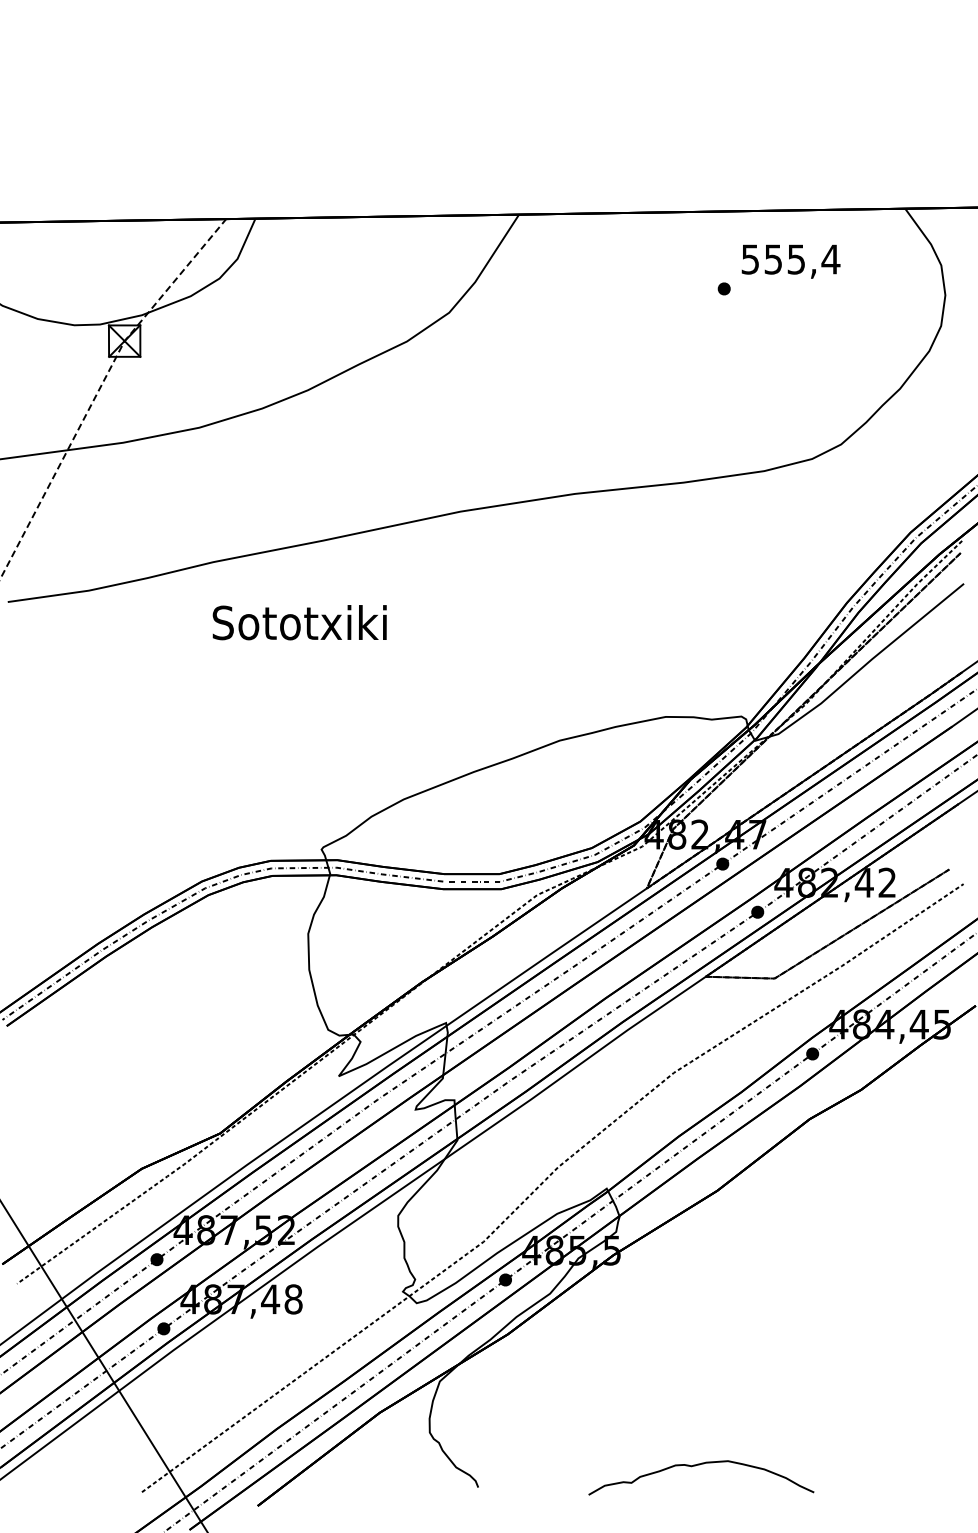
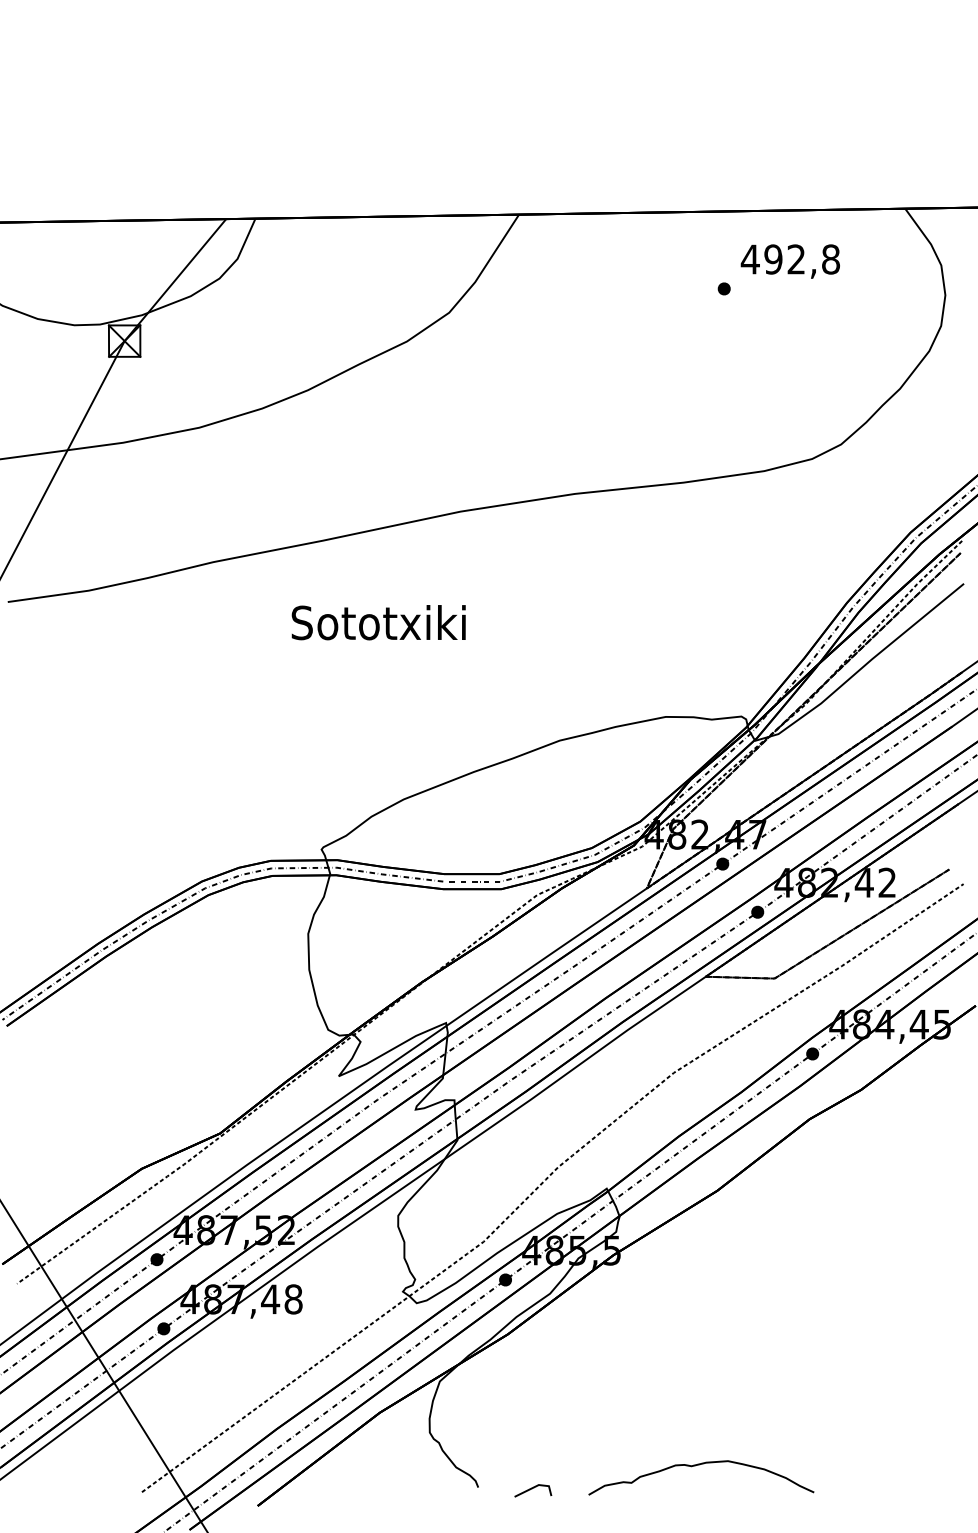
text at (790, 259): 555,4 -> 492,8
line at (99, 388): dashed -> solid
text at (299, 622) position: (299, 622) -> (378, 622)
line at (532, 1489): none -> present
